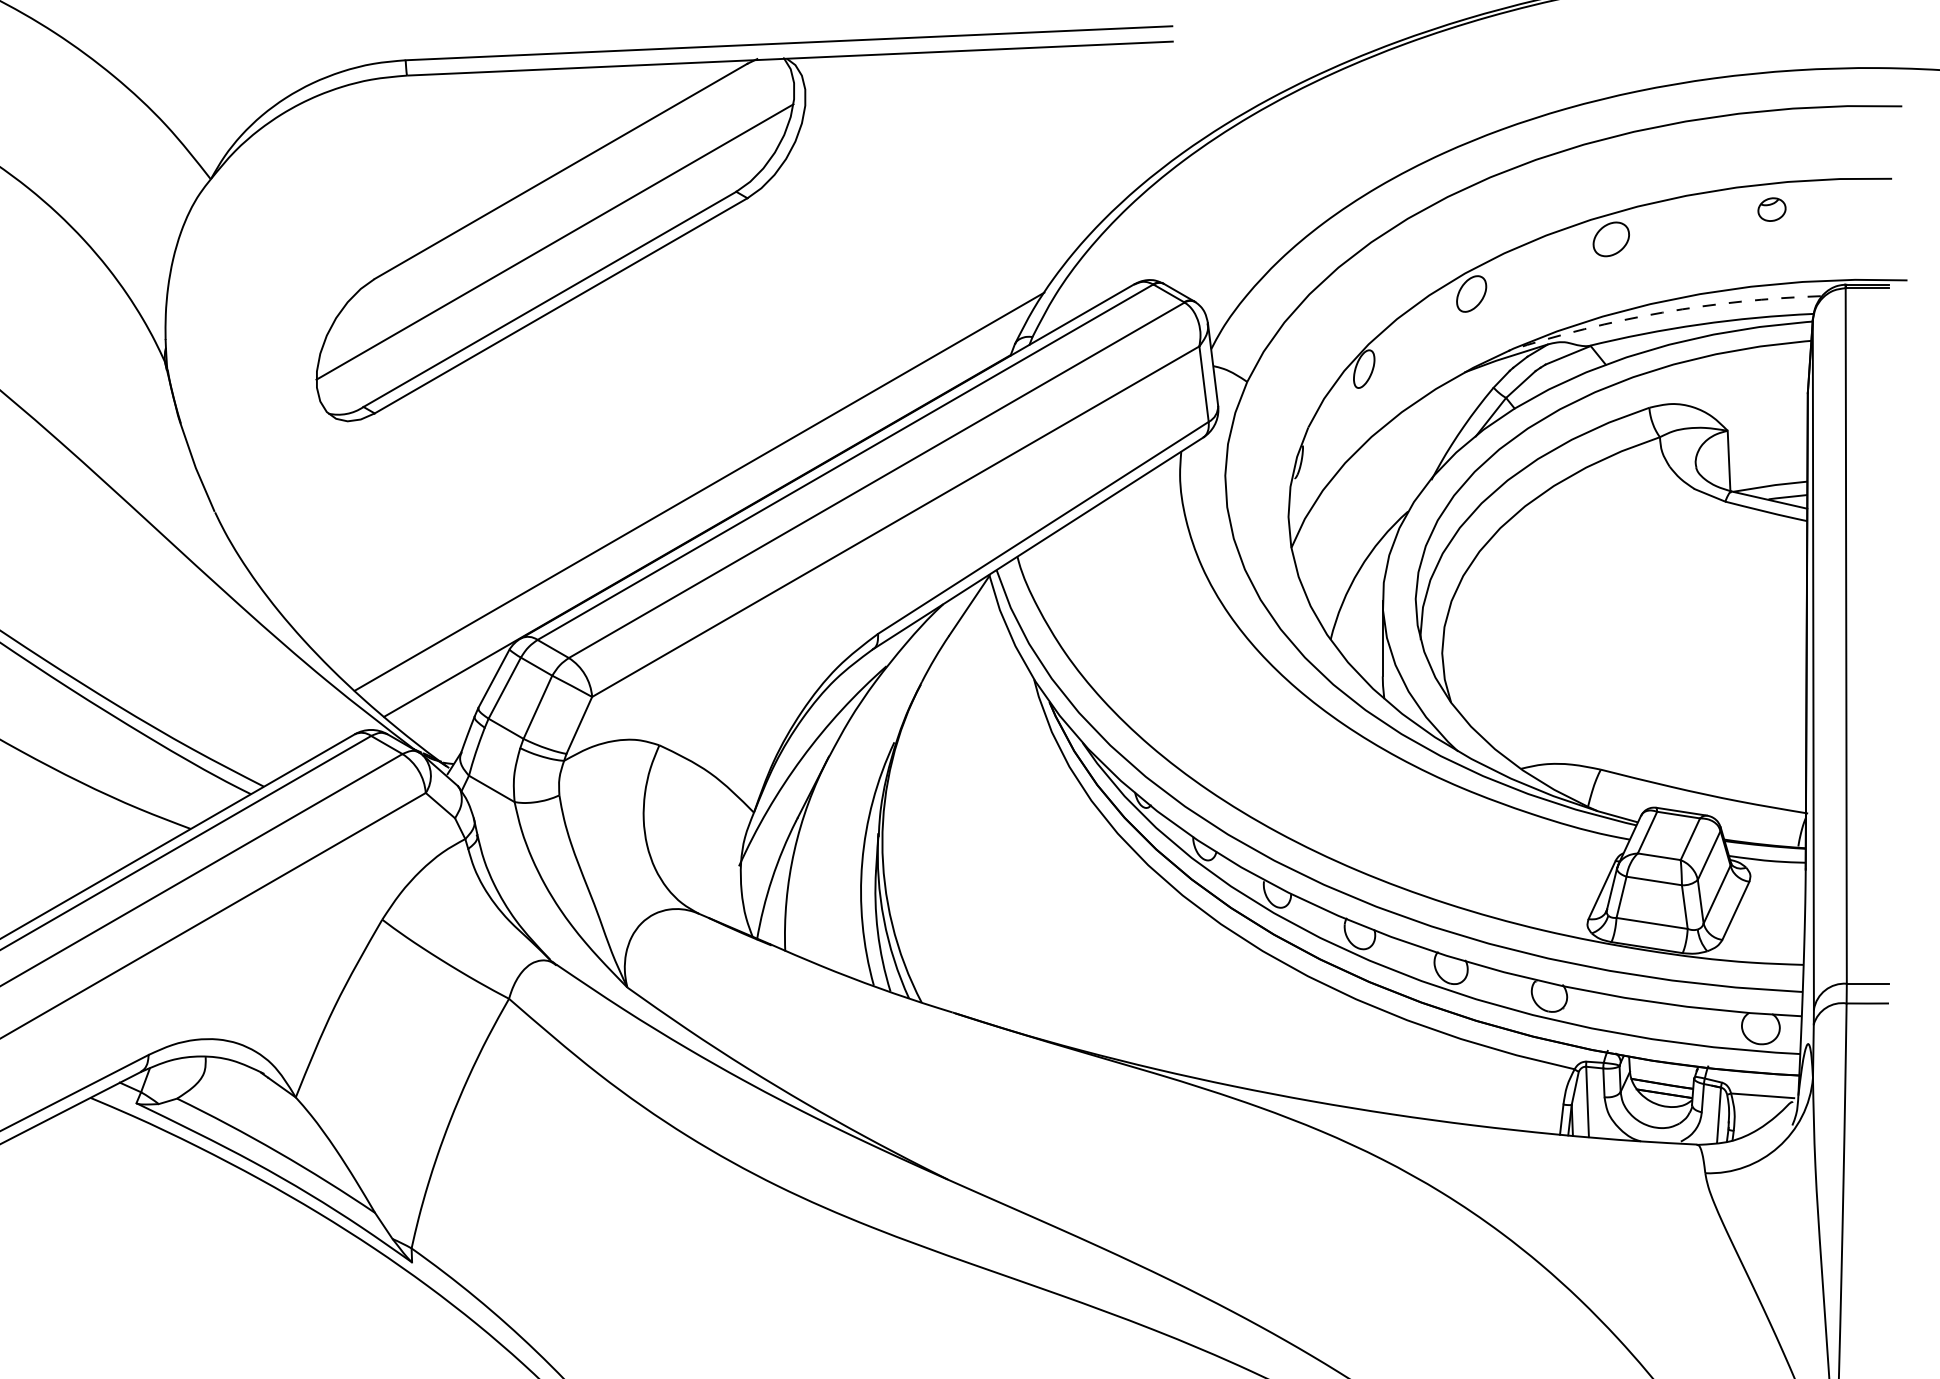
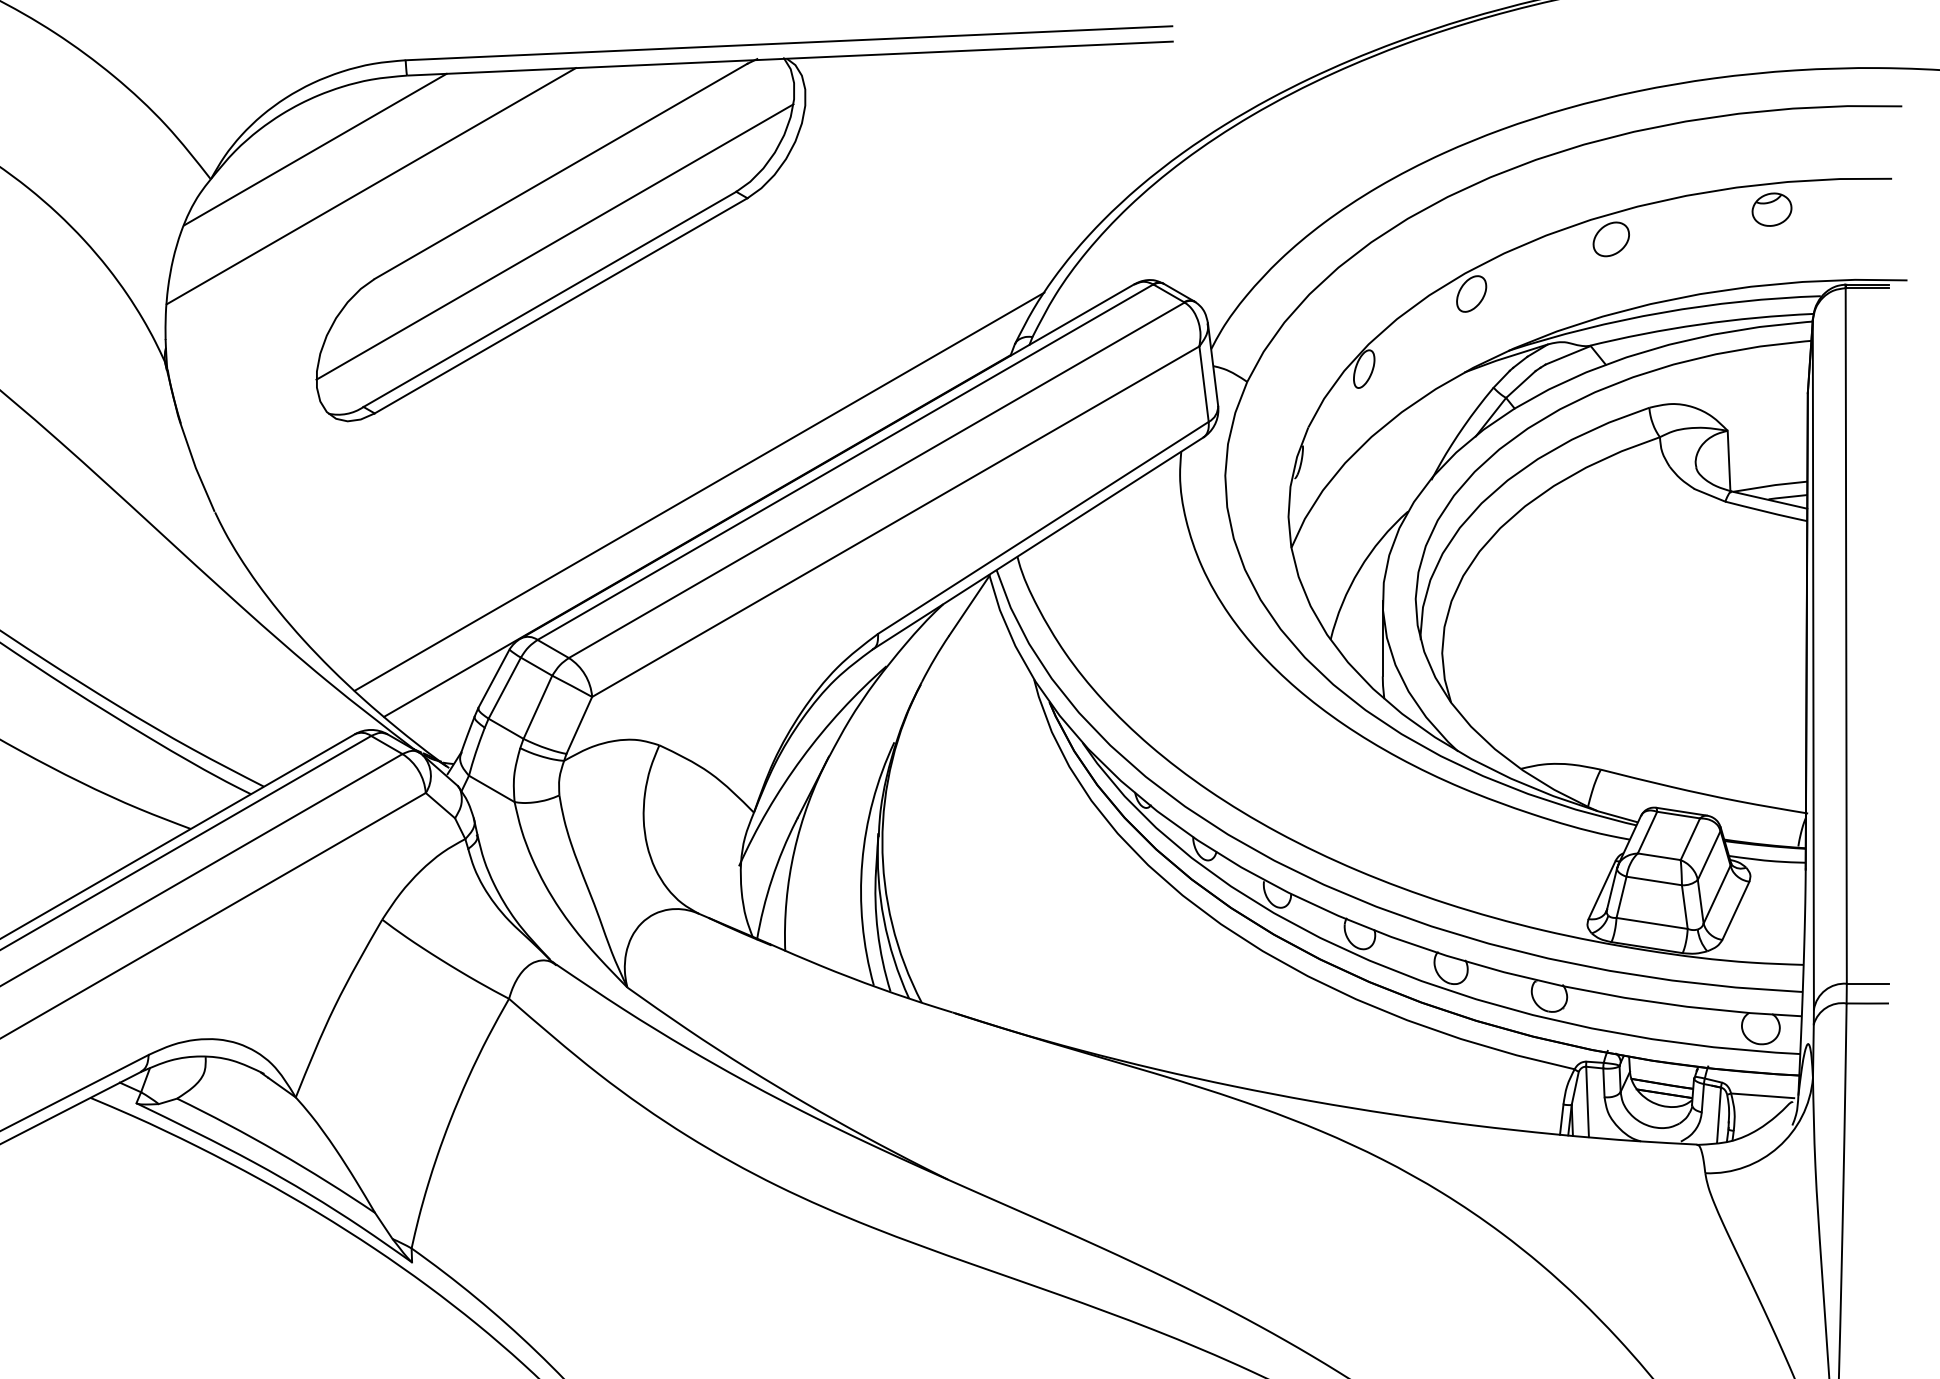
line at (315, 149): none -> present
line at (370, 186): none -> present
part at (1771, 209) size: 30x25 px -> 42x35 px
arc at (1662, 312): dashed -> solid
